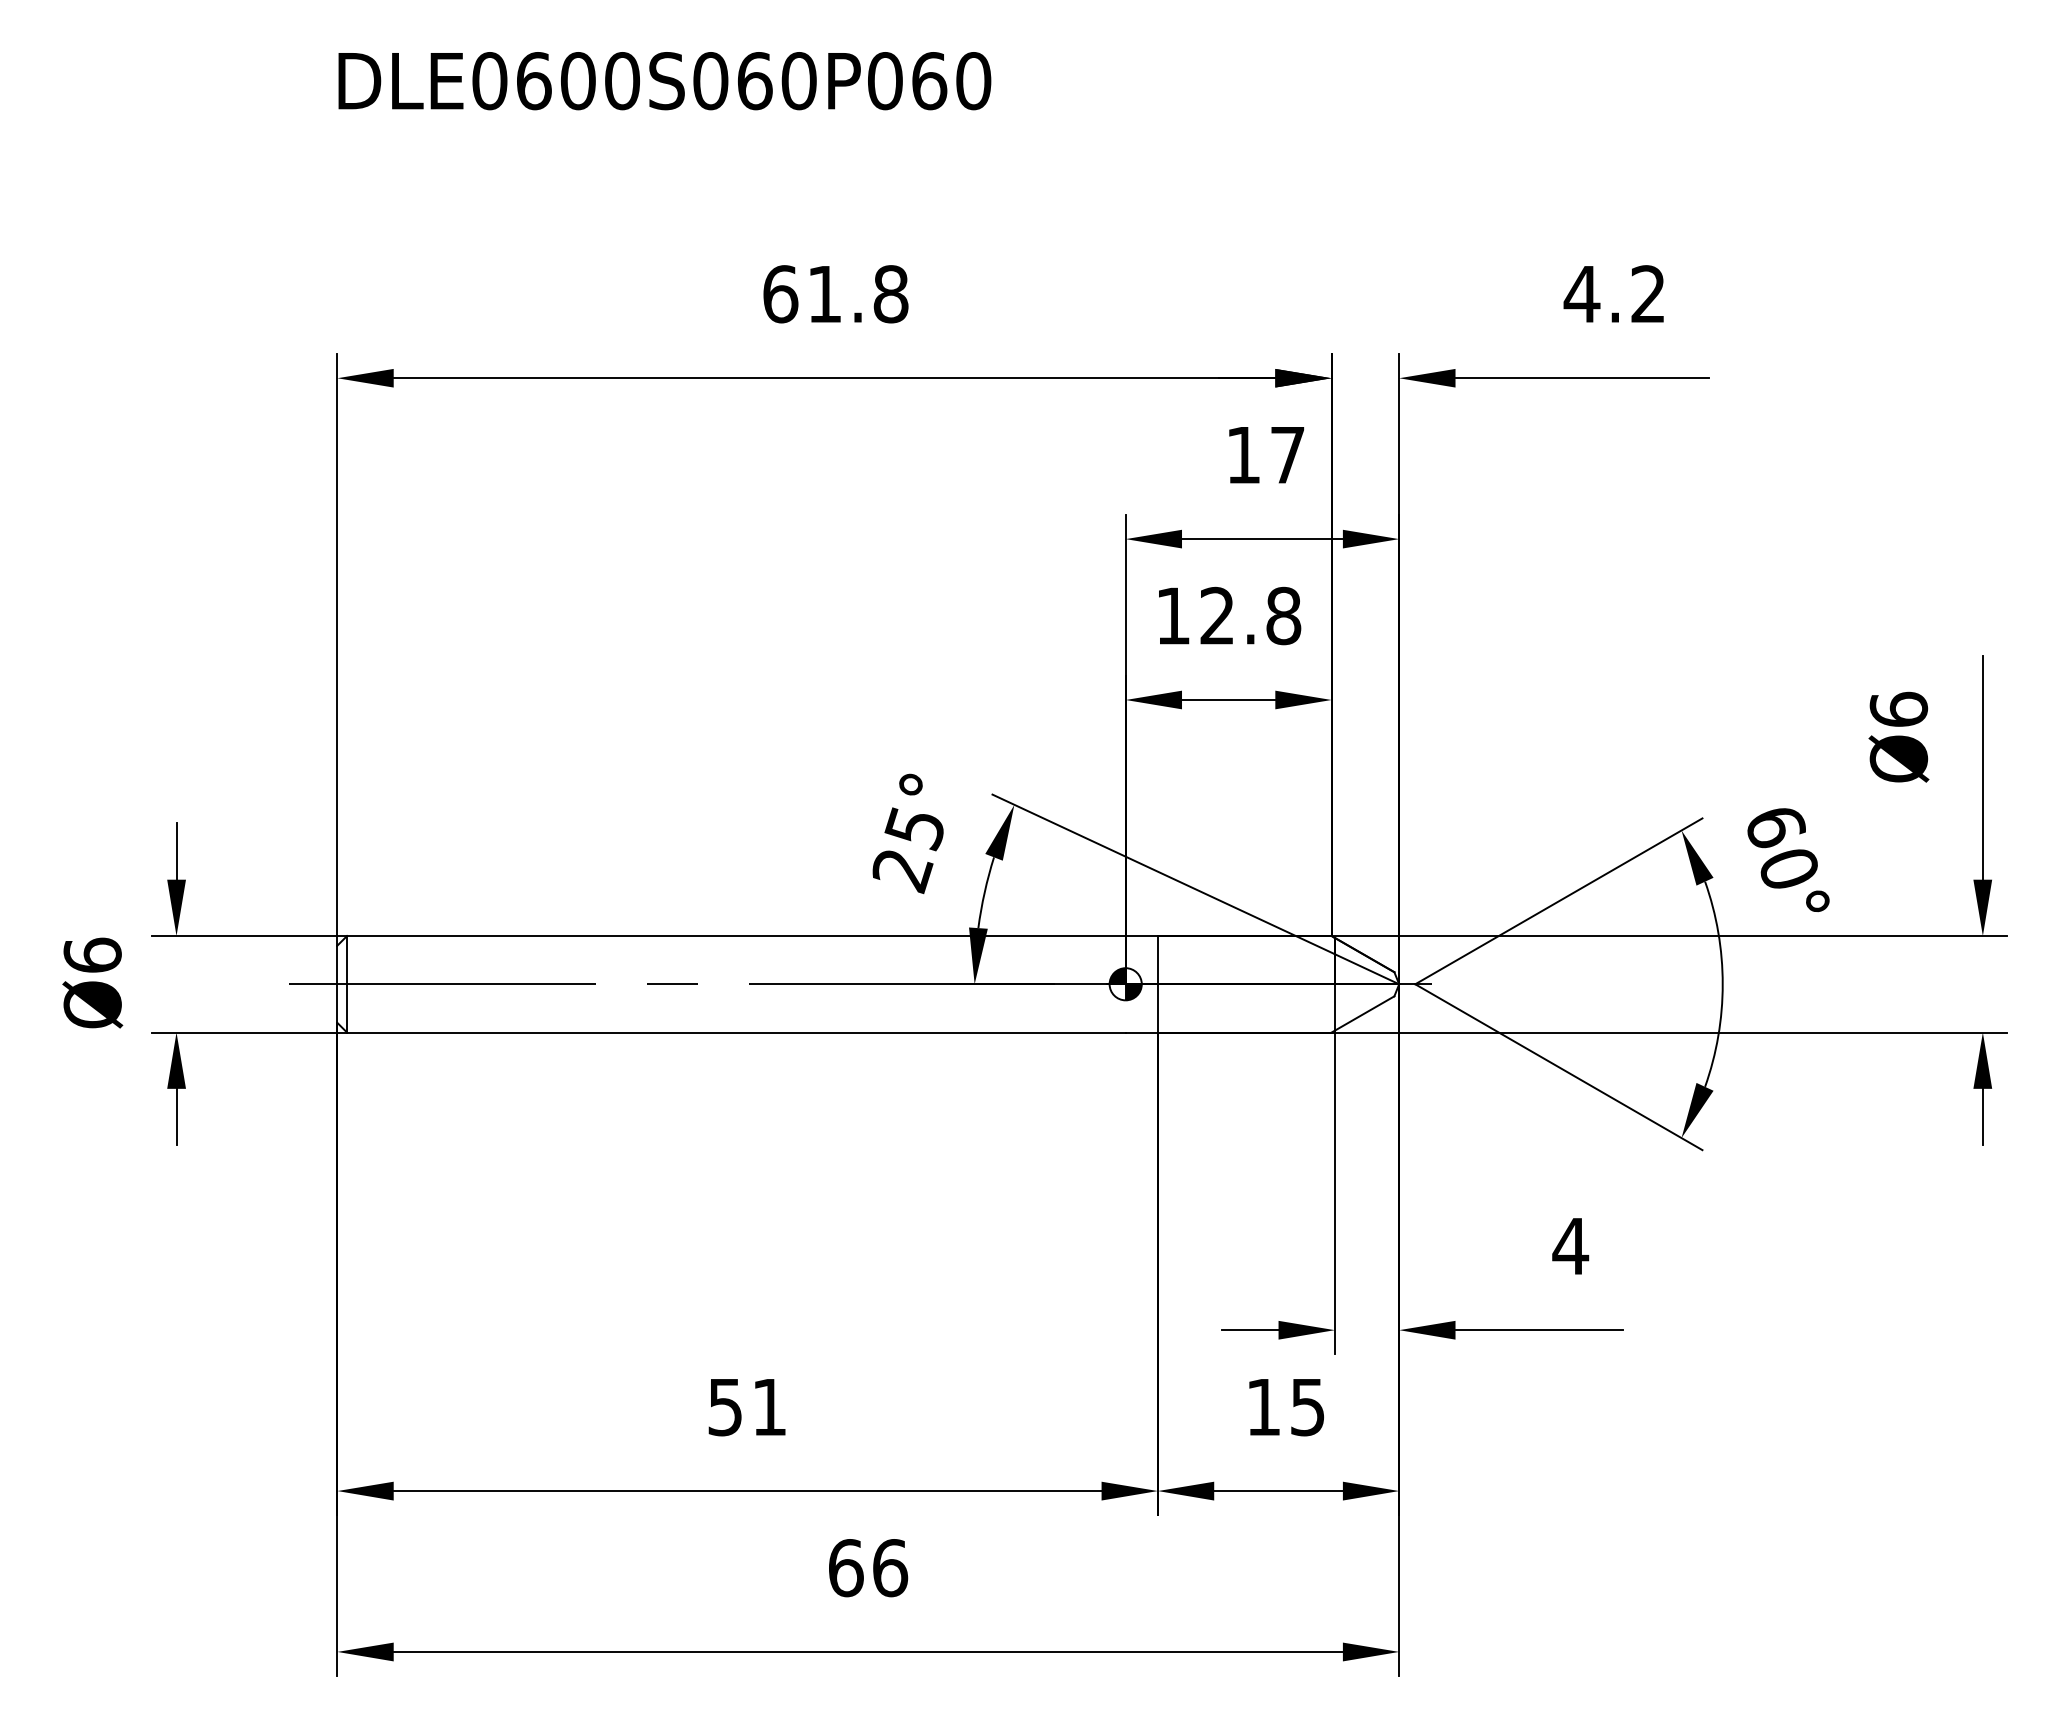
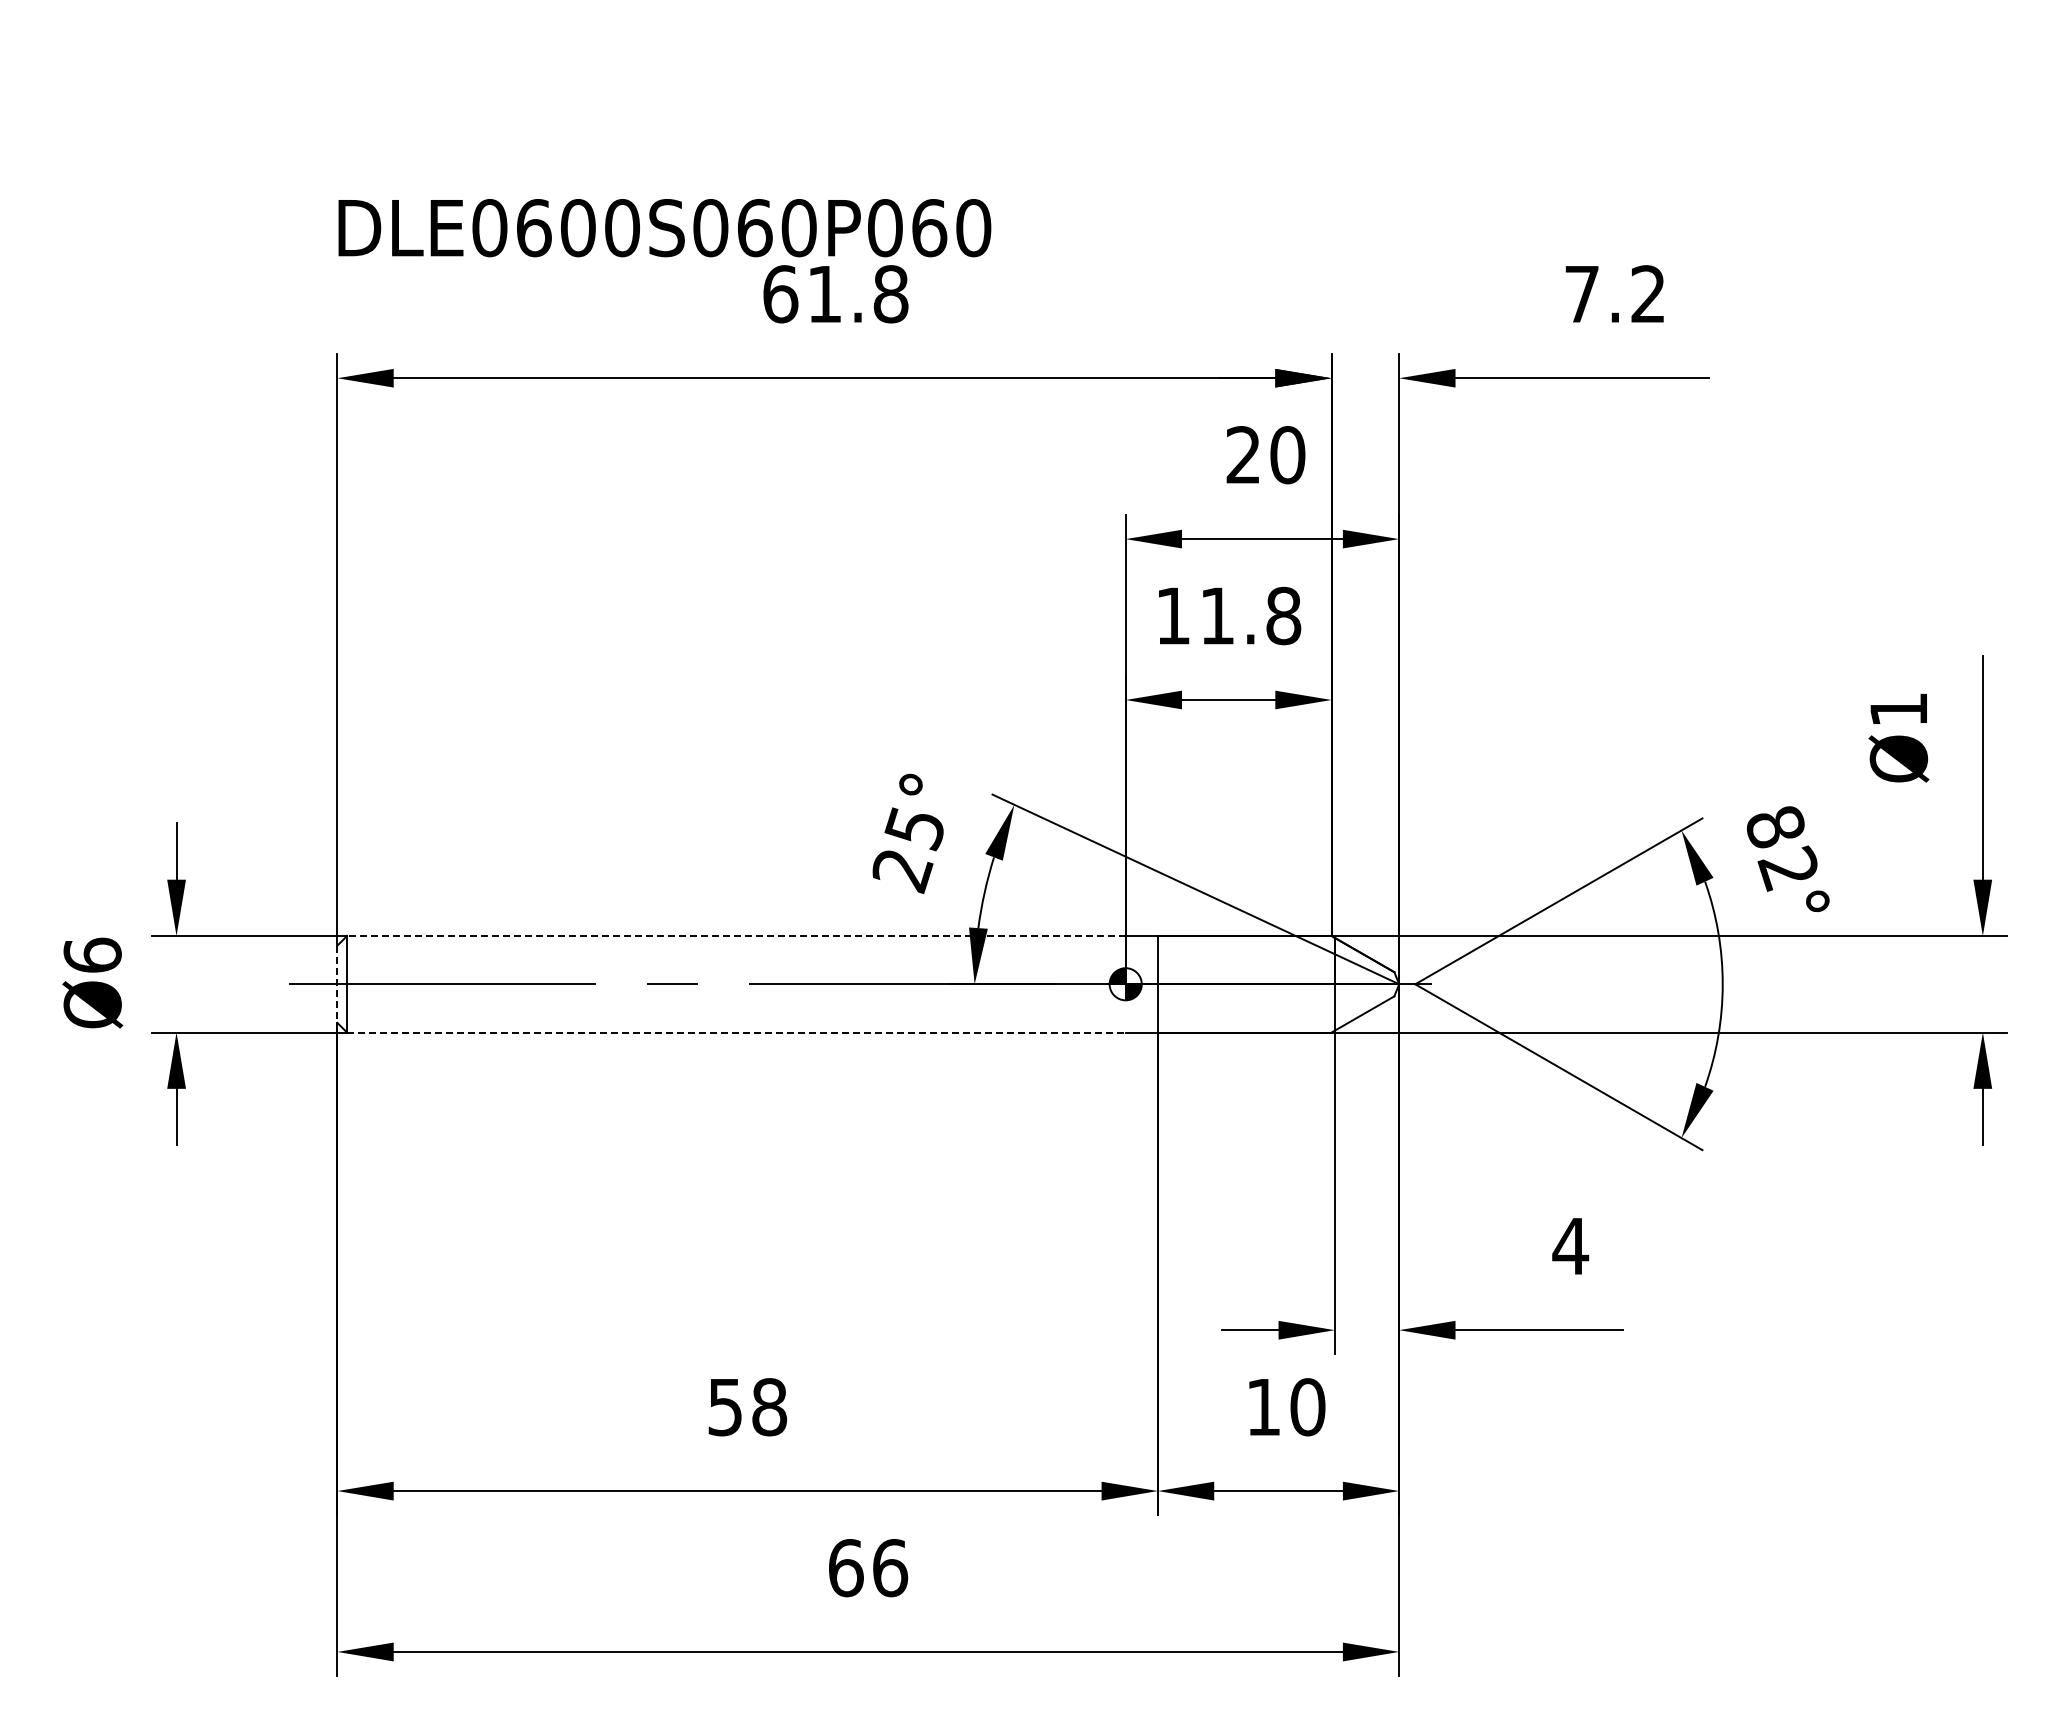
text at (664, 81) position: (664, 81) -> (664, 228)
text at (1581, 294): 4.2 -> 7.2
text at (1265, 455): 17 -> 20
text at (1216, 615): 12.8 -> 11.8
text at (1898, 708): Ø6 -> Ø1
text at (1781, 848): 60° -> 82°
line at (735, 936): solid -> dashed
line at (337, 984): solid -> dashed
line at (736, 1032): solid -> dashed
text at (769, 1407): 51 -> 58
text at (1307, 1407): 15 -> 10
